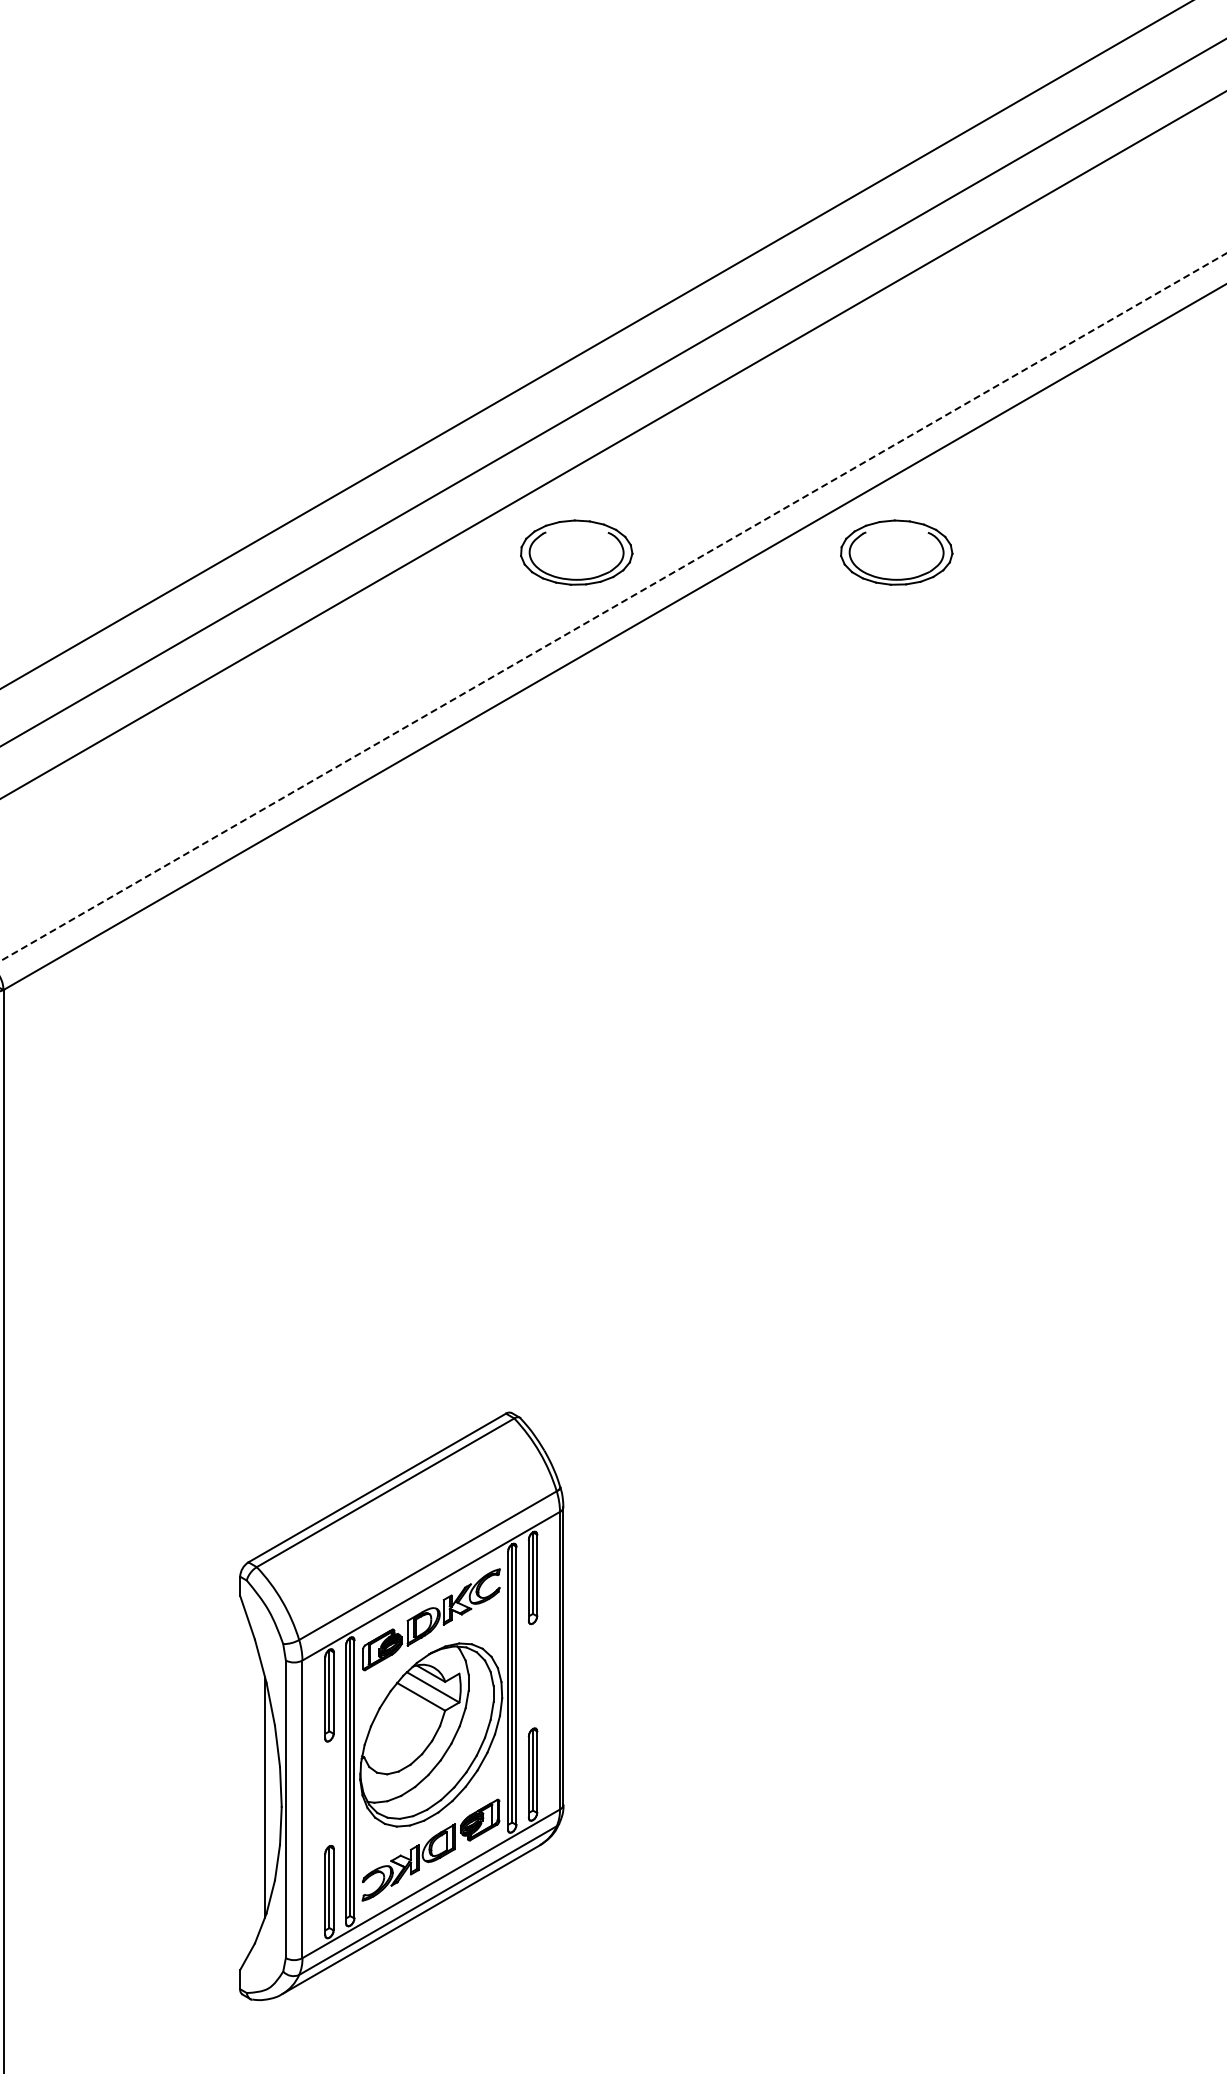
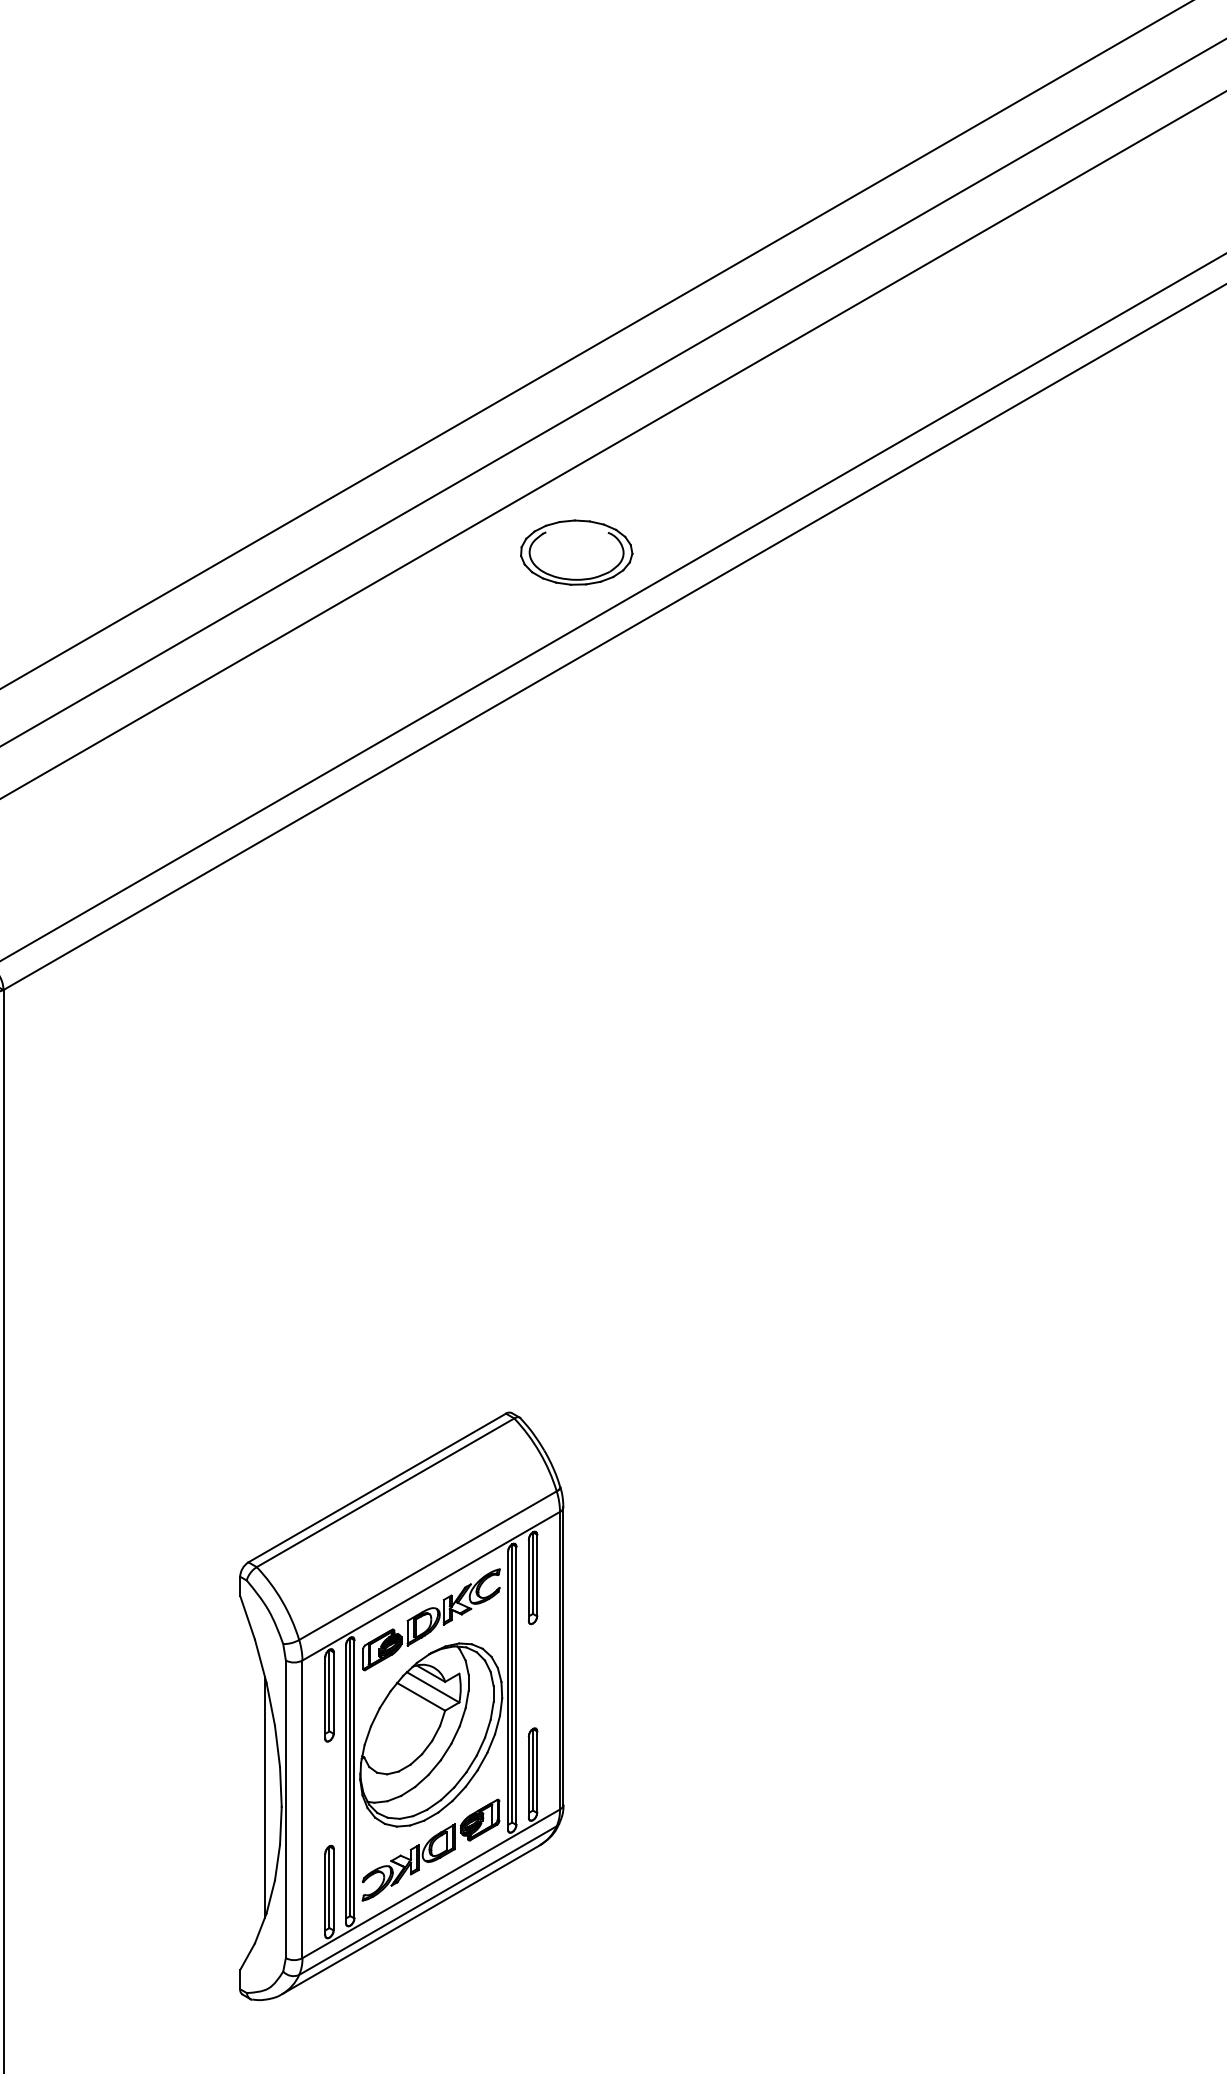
part at (896, 552): present -> none
line at (613, 607): dashed -> solid
